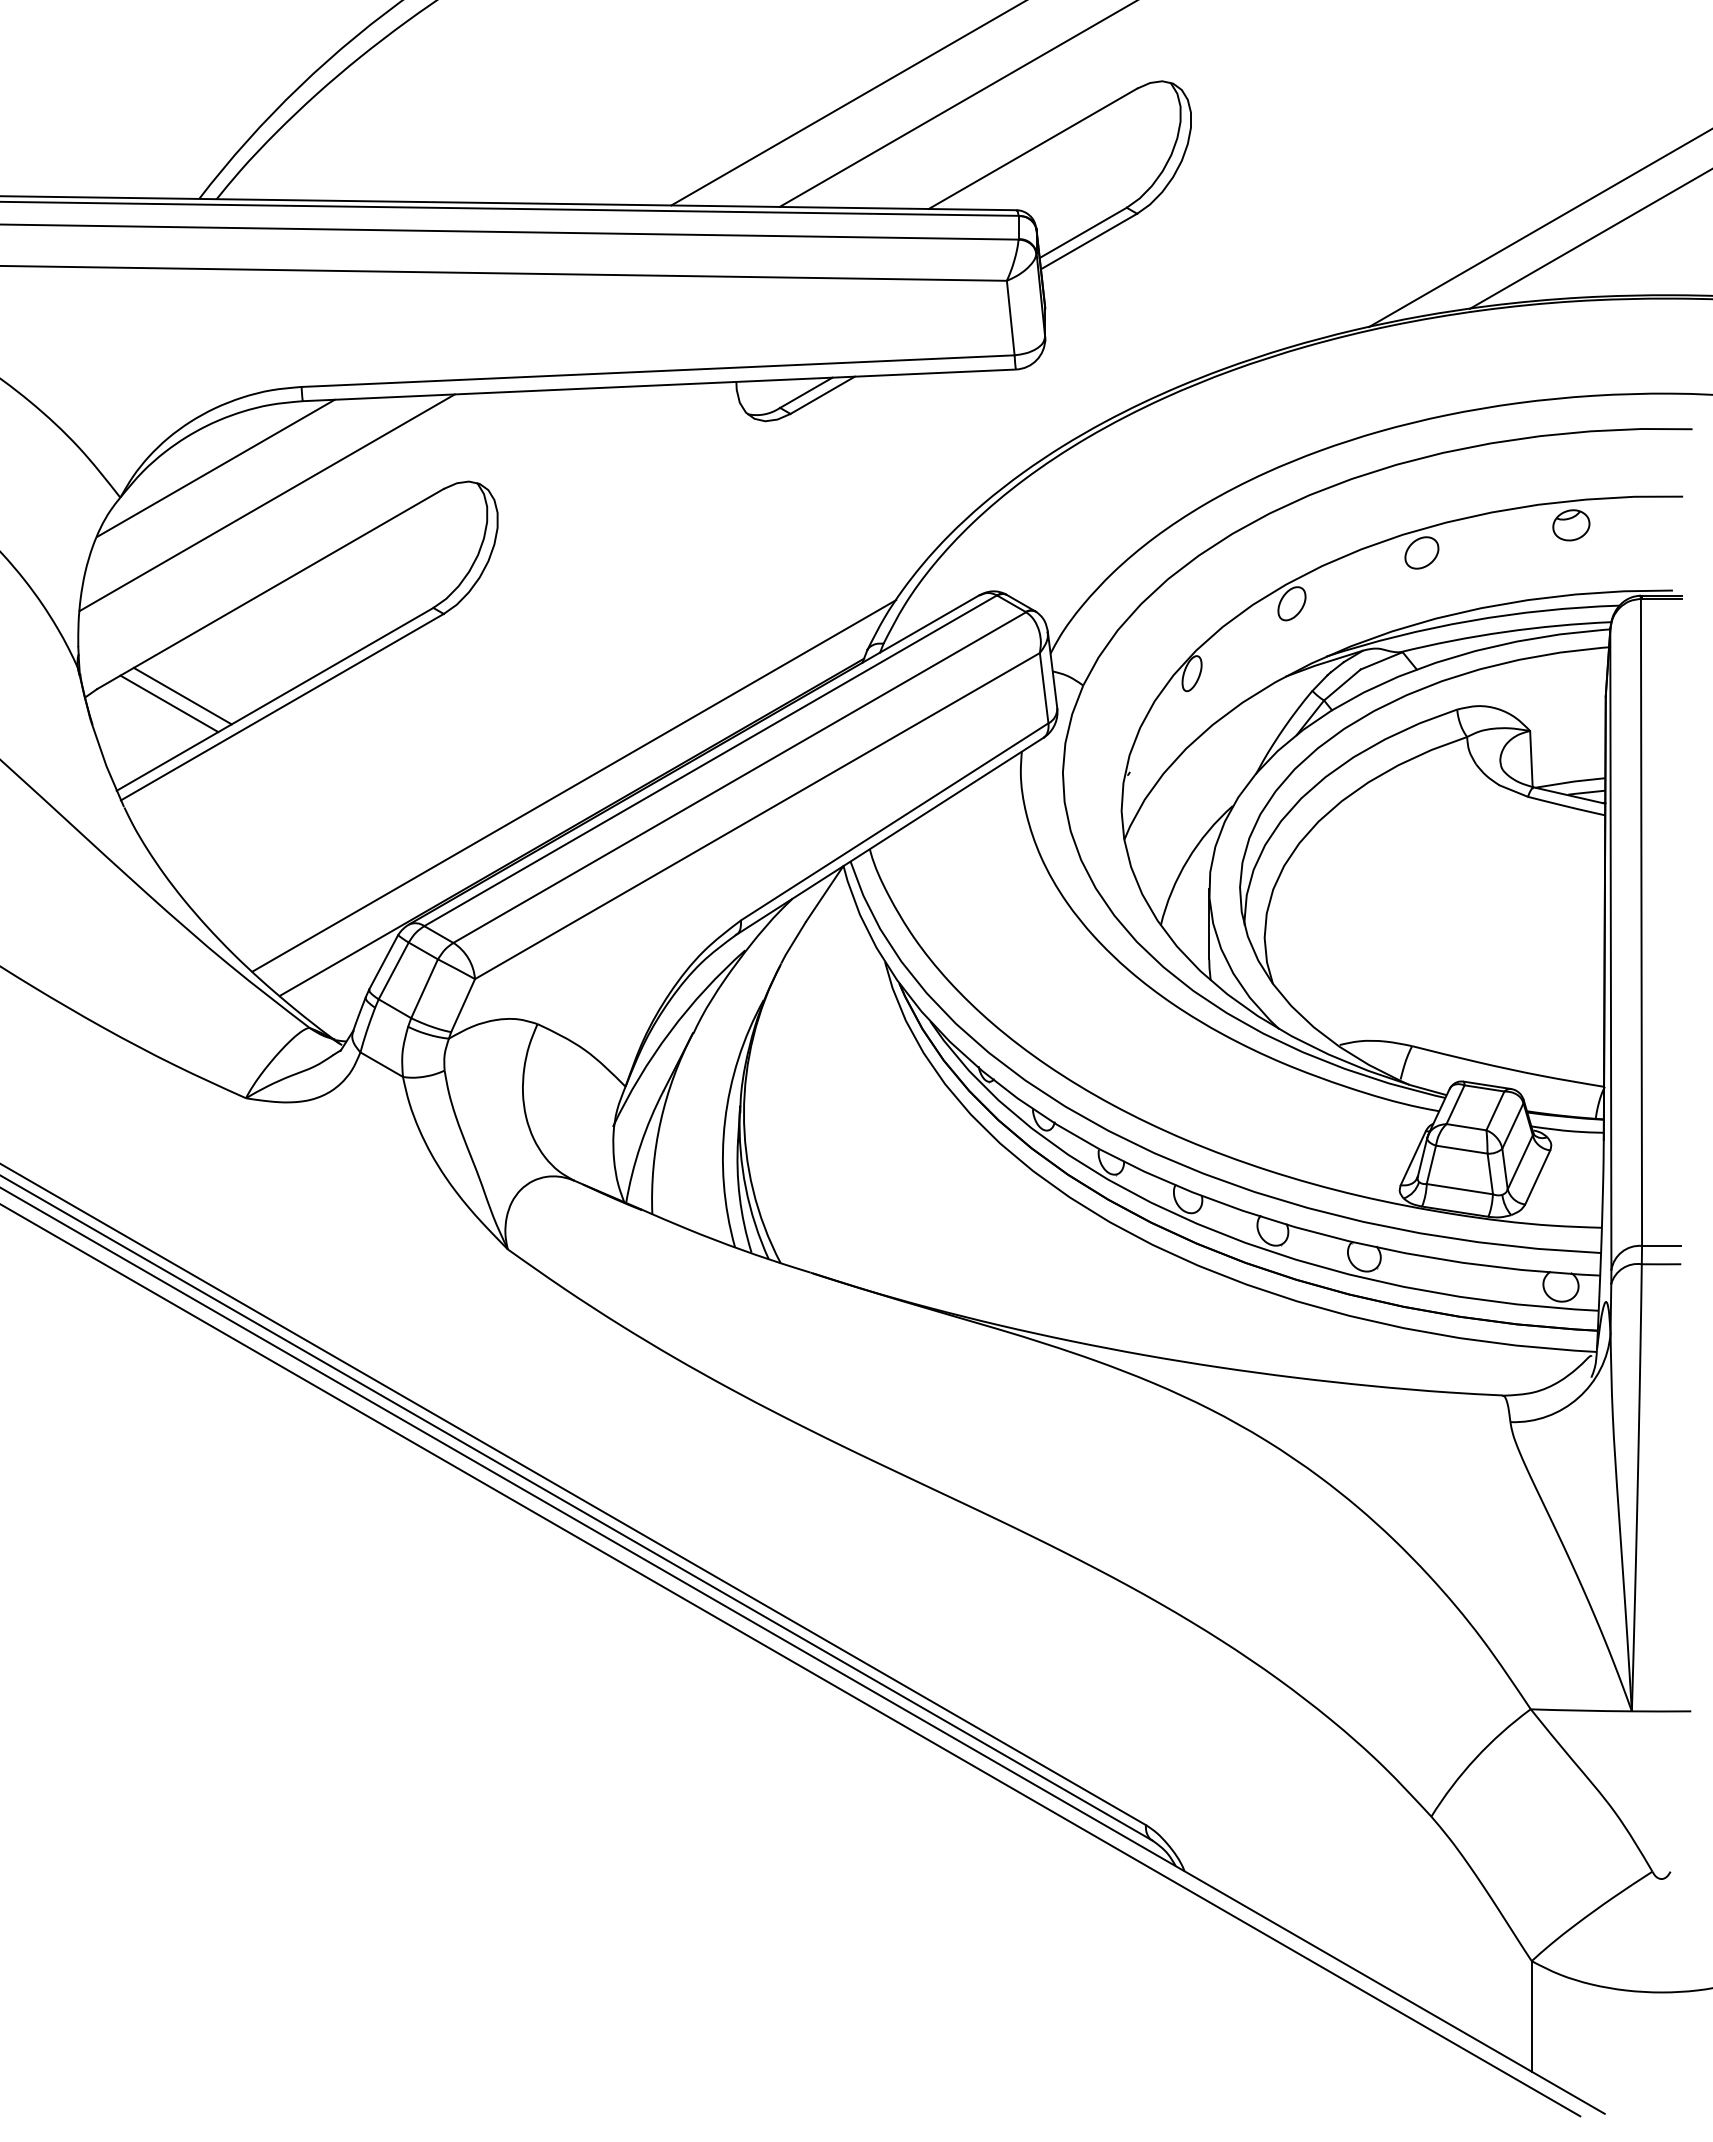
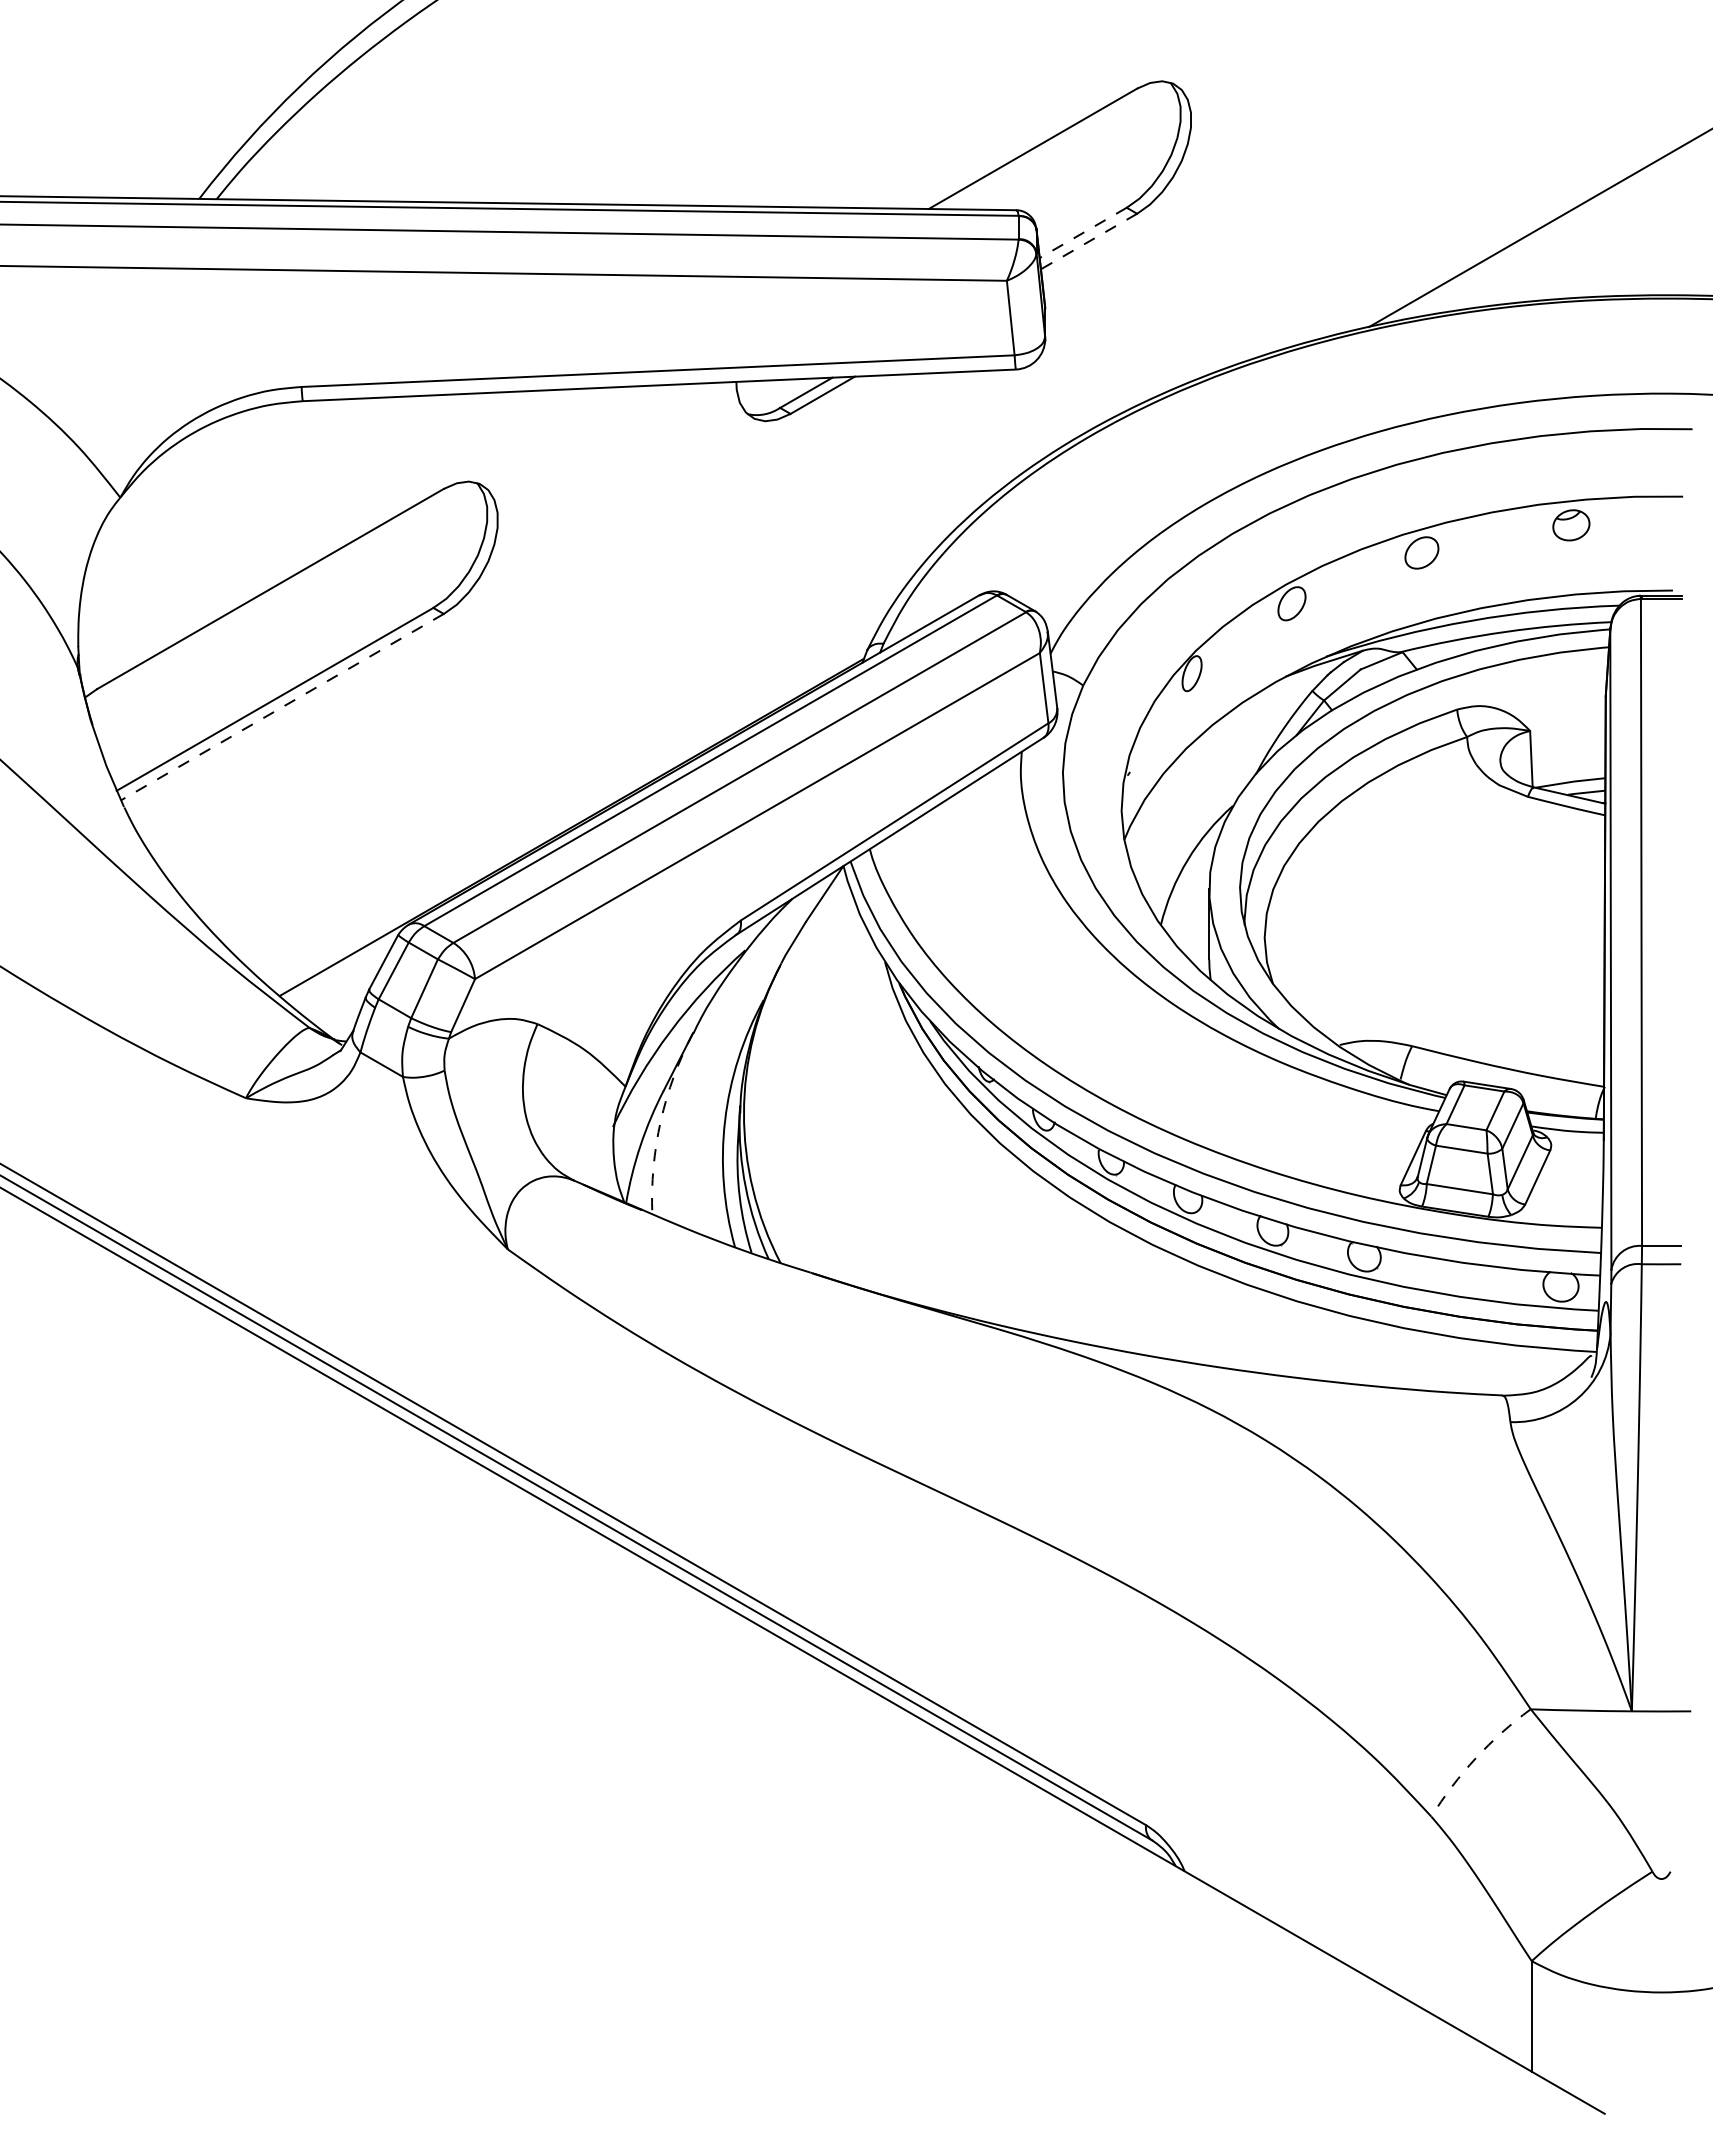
line at (847, 103): present -> none
line at (956, 104): present -> none
line at (1082, 233): solid -> dashed
line at (1589, 239): present -> none
line at (1089, 241): solid -> dashed
line at (215, 467): present -> none
line at (266, 502): present -> none
line at (182, 695): present -> none
line at (169, 703): present -> none
line at (281, 707): solid -> dashed
line at (574, 785): present -> none
arc at (660, 1121): solid -> dashed
line at (791, 1660): present -> none
arc at (1475, 1758): solid -> dashed
